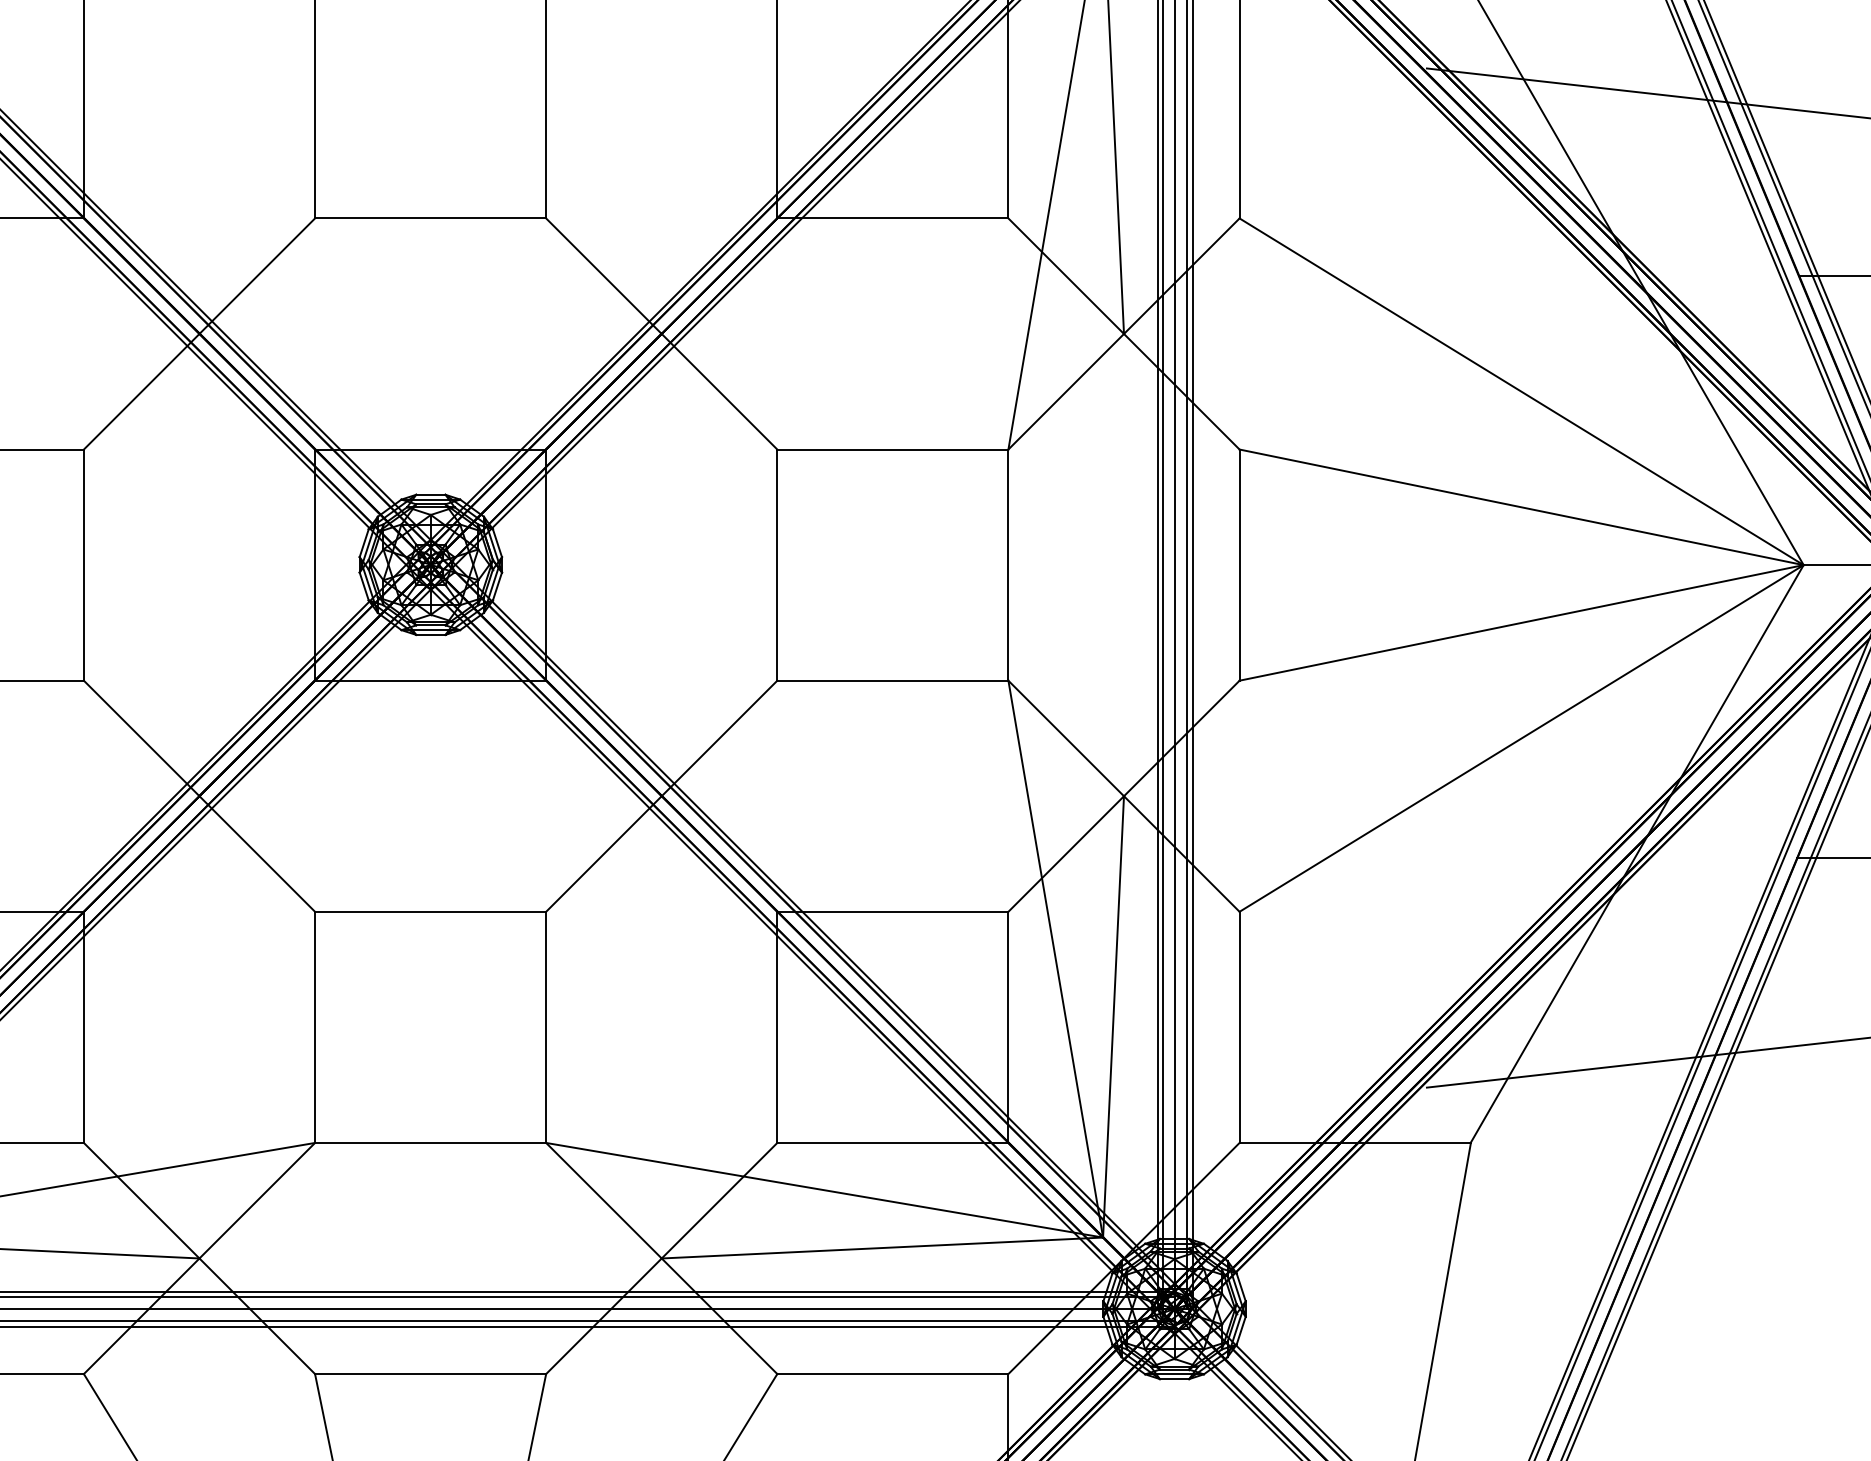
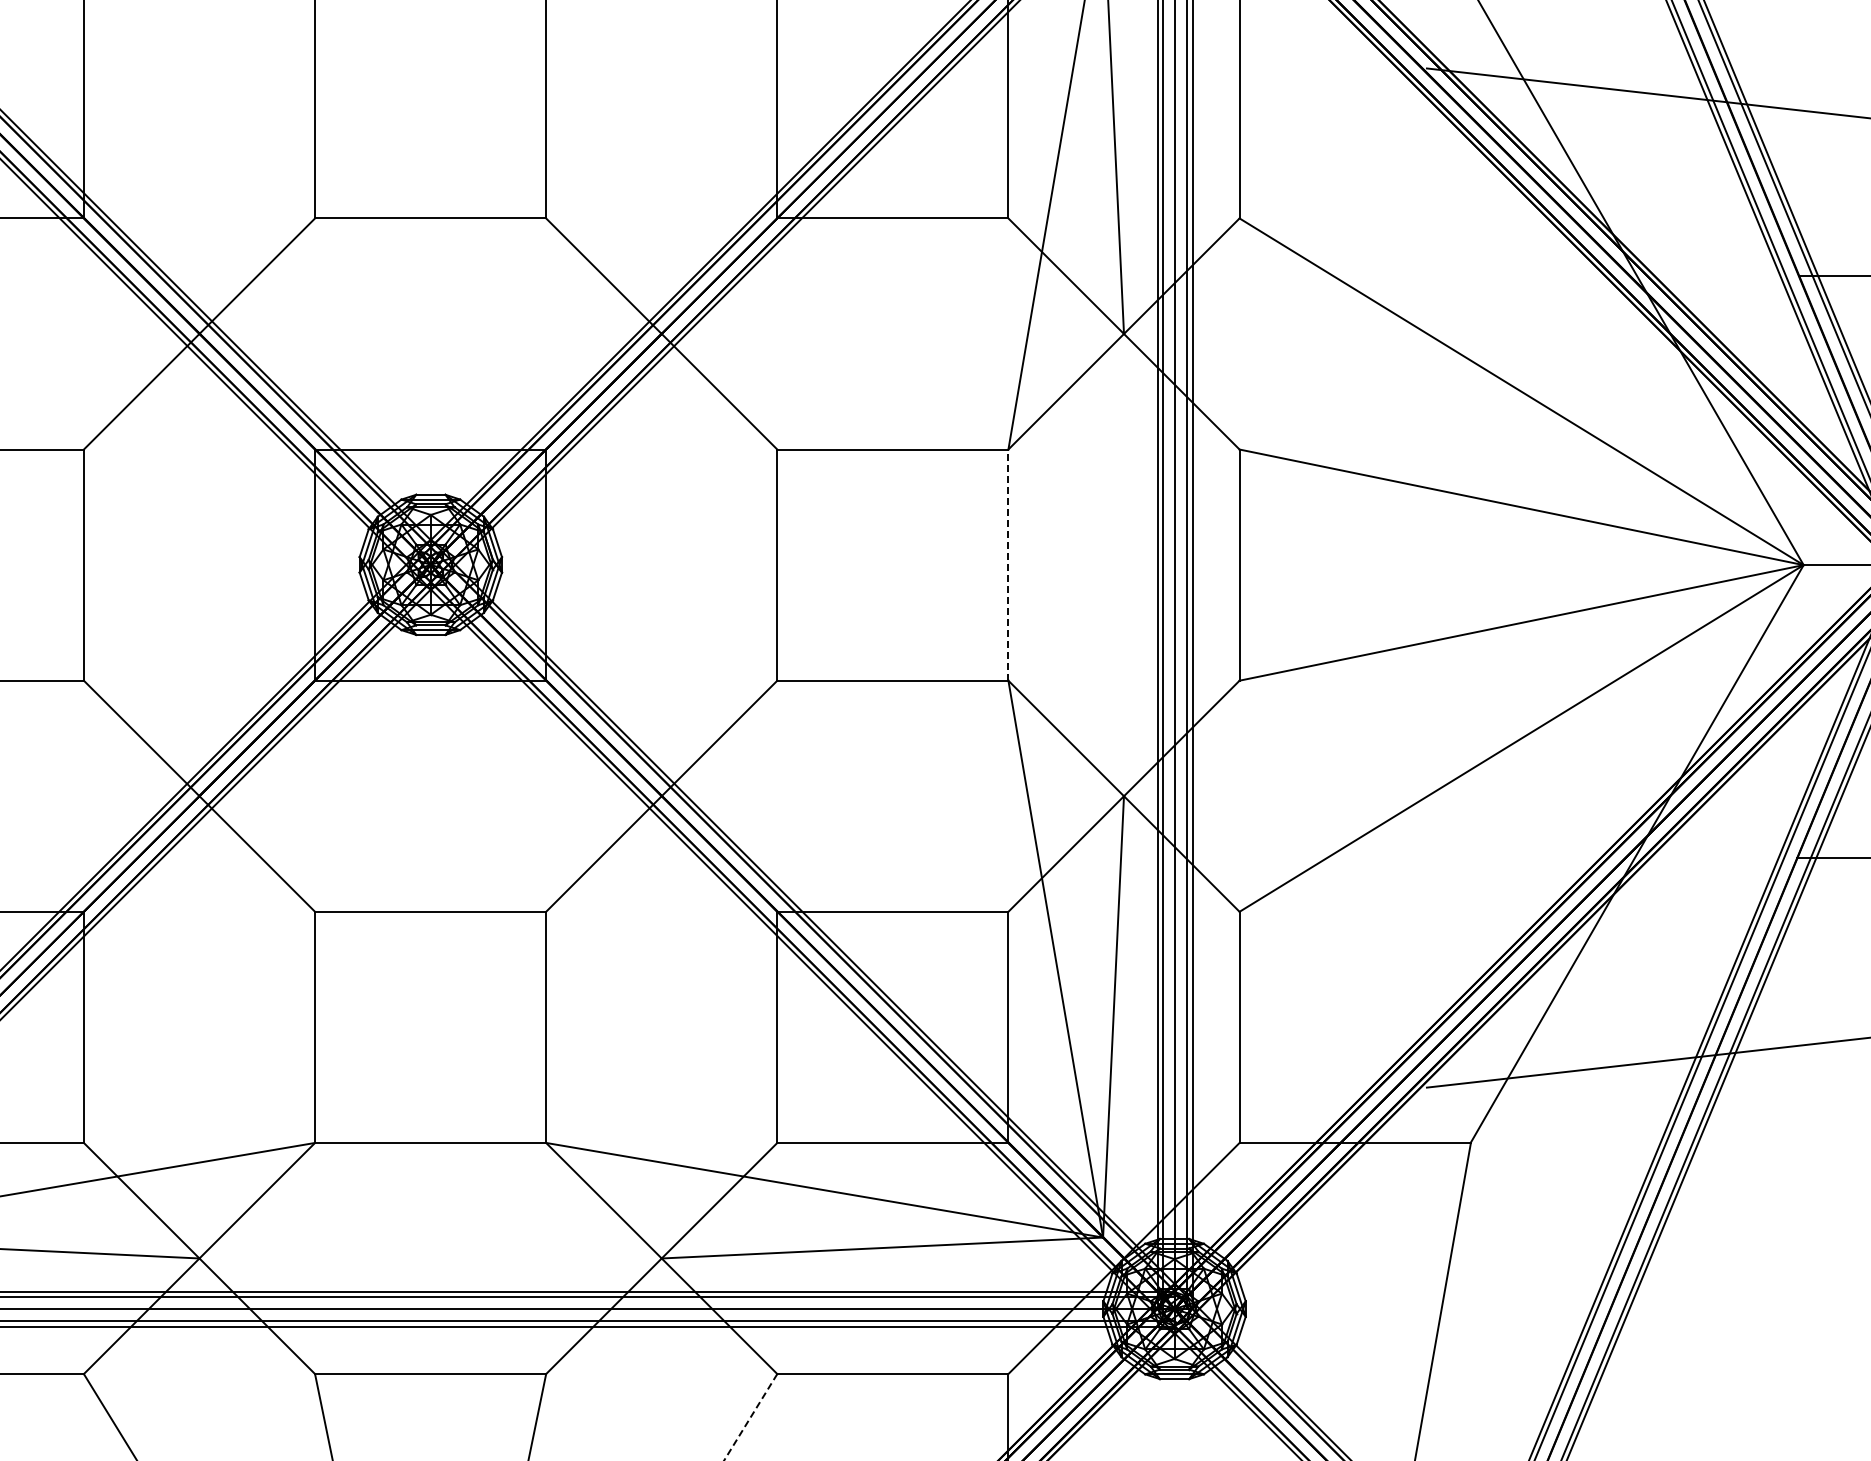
line at (1008, 565): solid -> dashed
line at (750, 1417): solid -> dashed
